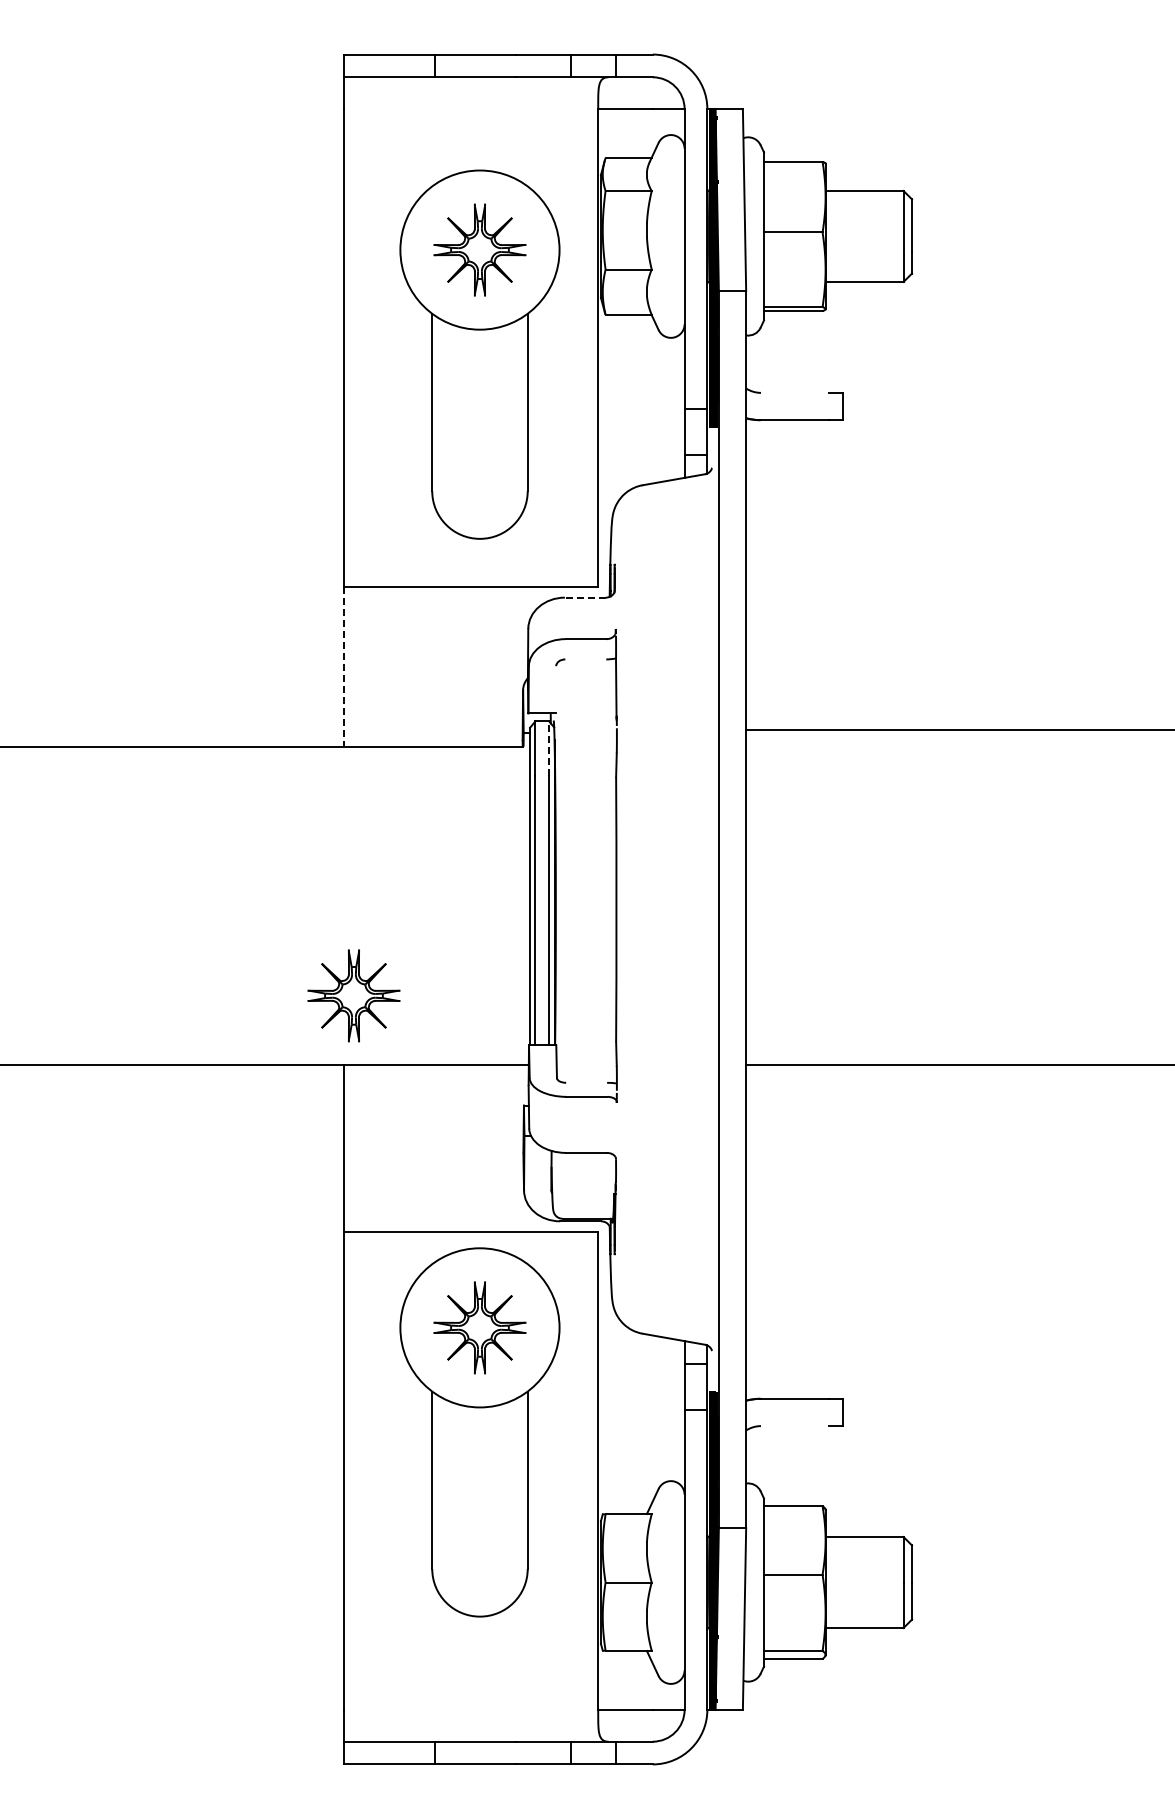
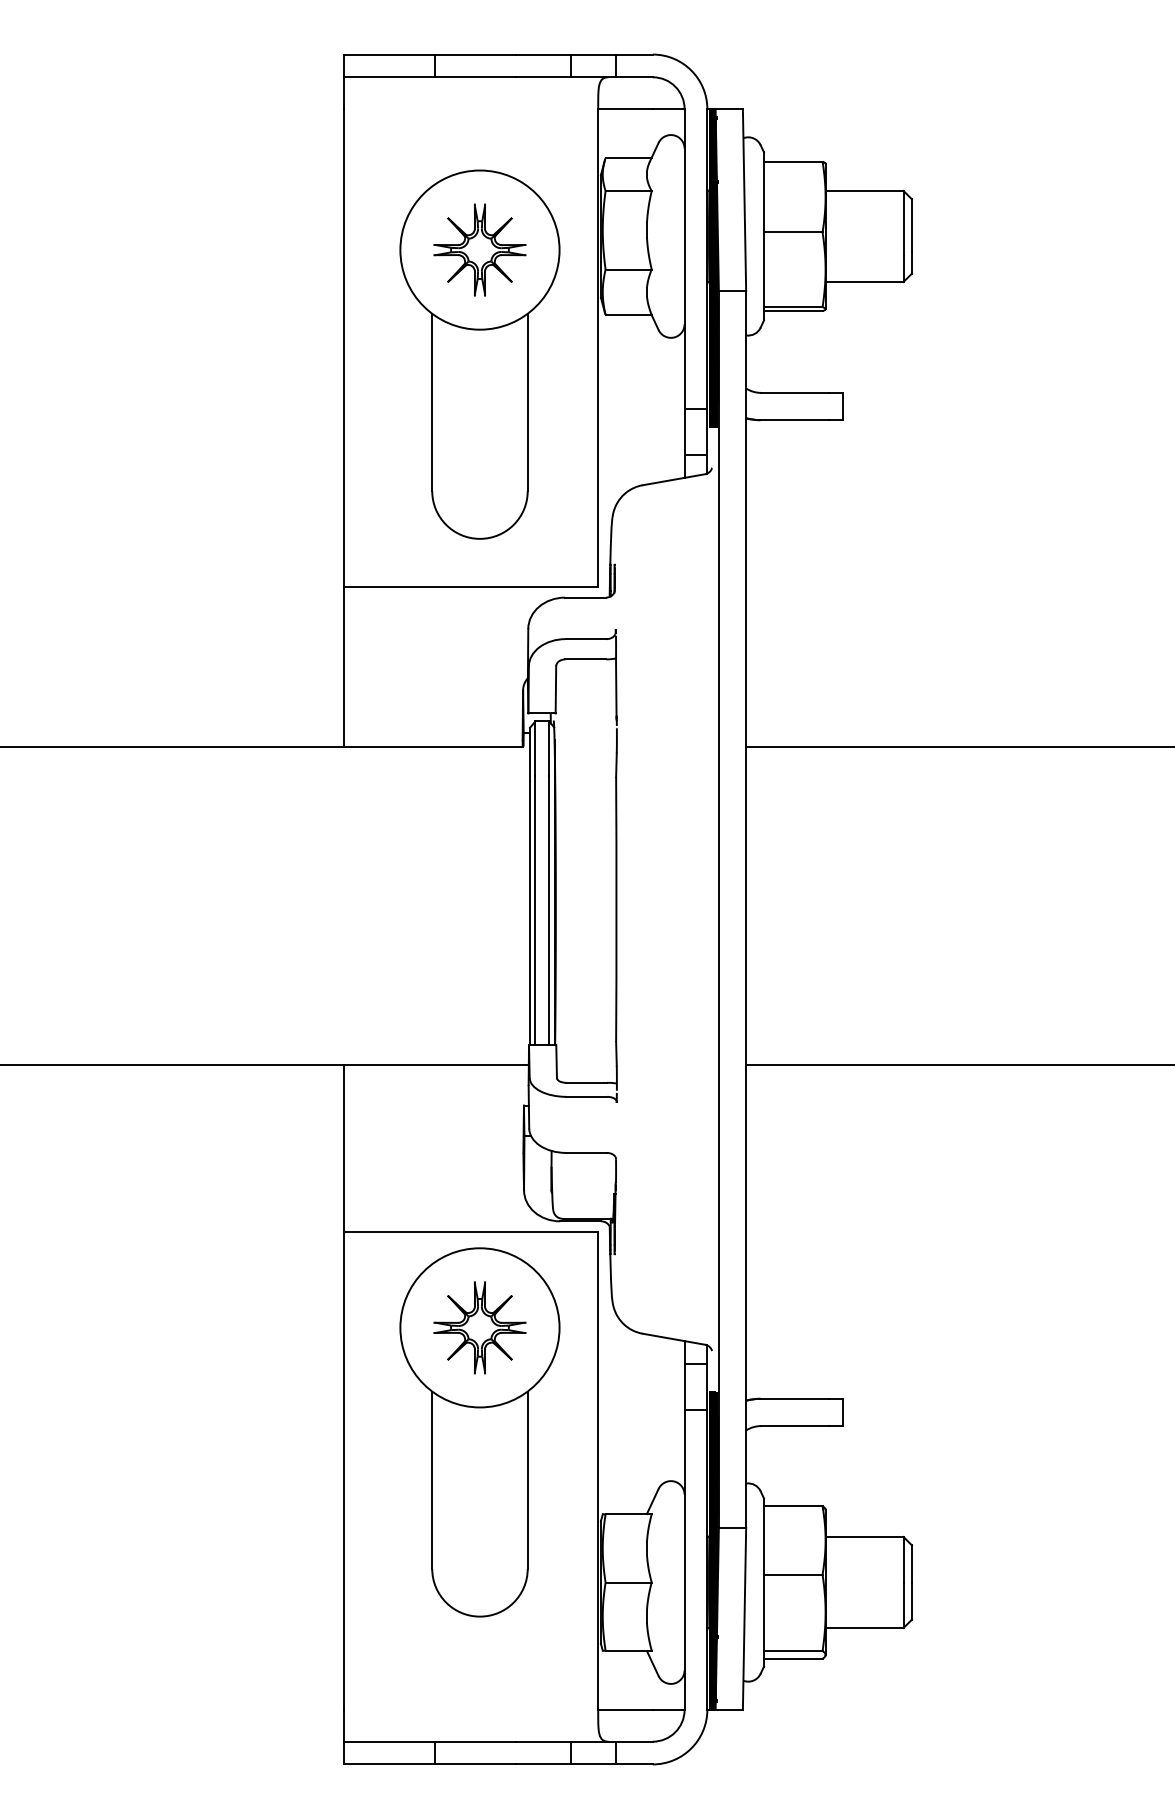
line at (795, 392): none -> present
line at (584, 597): dashed -> solid
line at (585, 659): none -> present
line at (343, 667): dashed -> solid
line at (555, 689): none -> present
line at (958, 729) position: (958, 729) -> (958, 746)
line at (549, 748): dashed -> solid
part at (353, 995): present -> none
line at (586, 1082): none -> present
line at (795, 1426): none -> present
